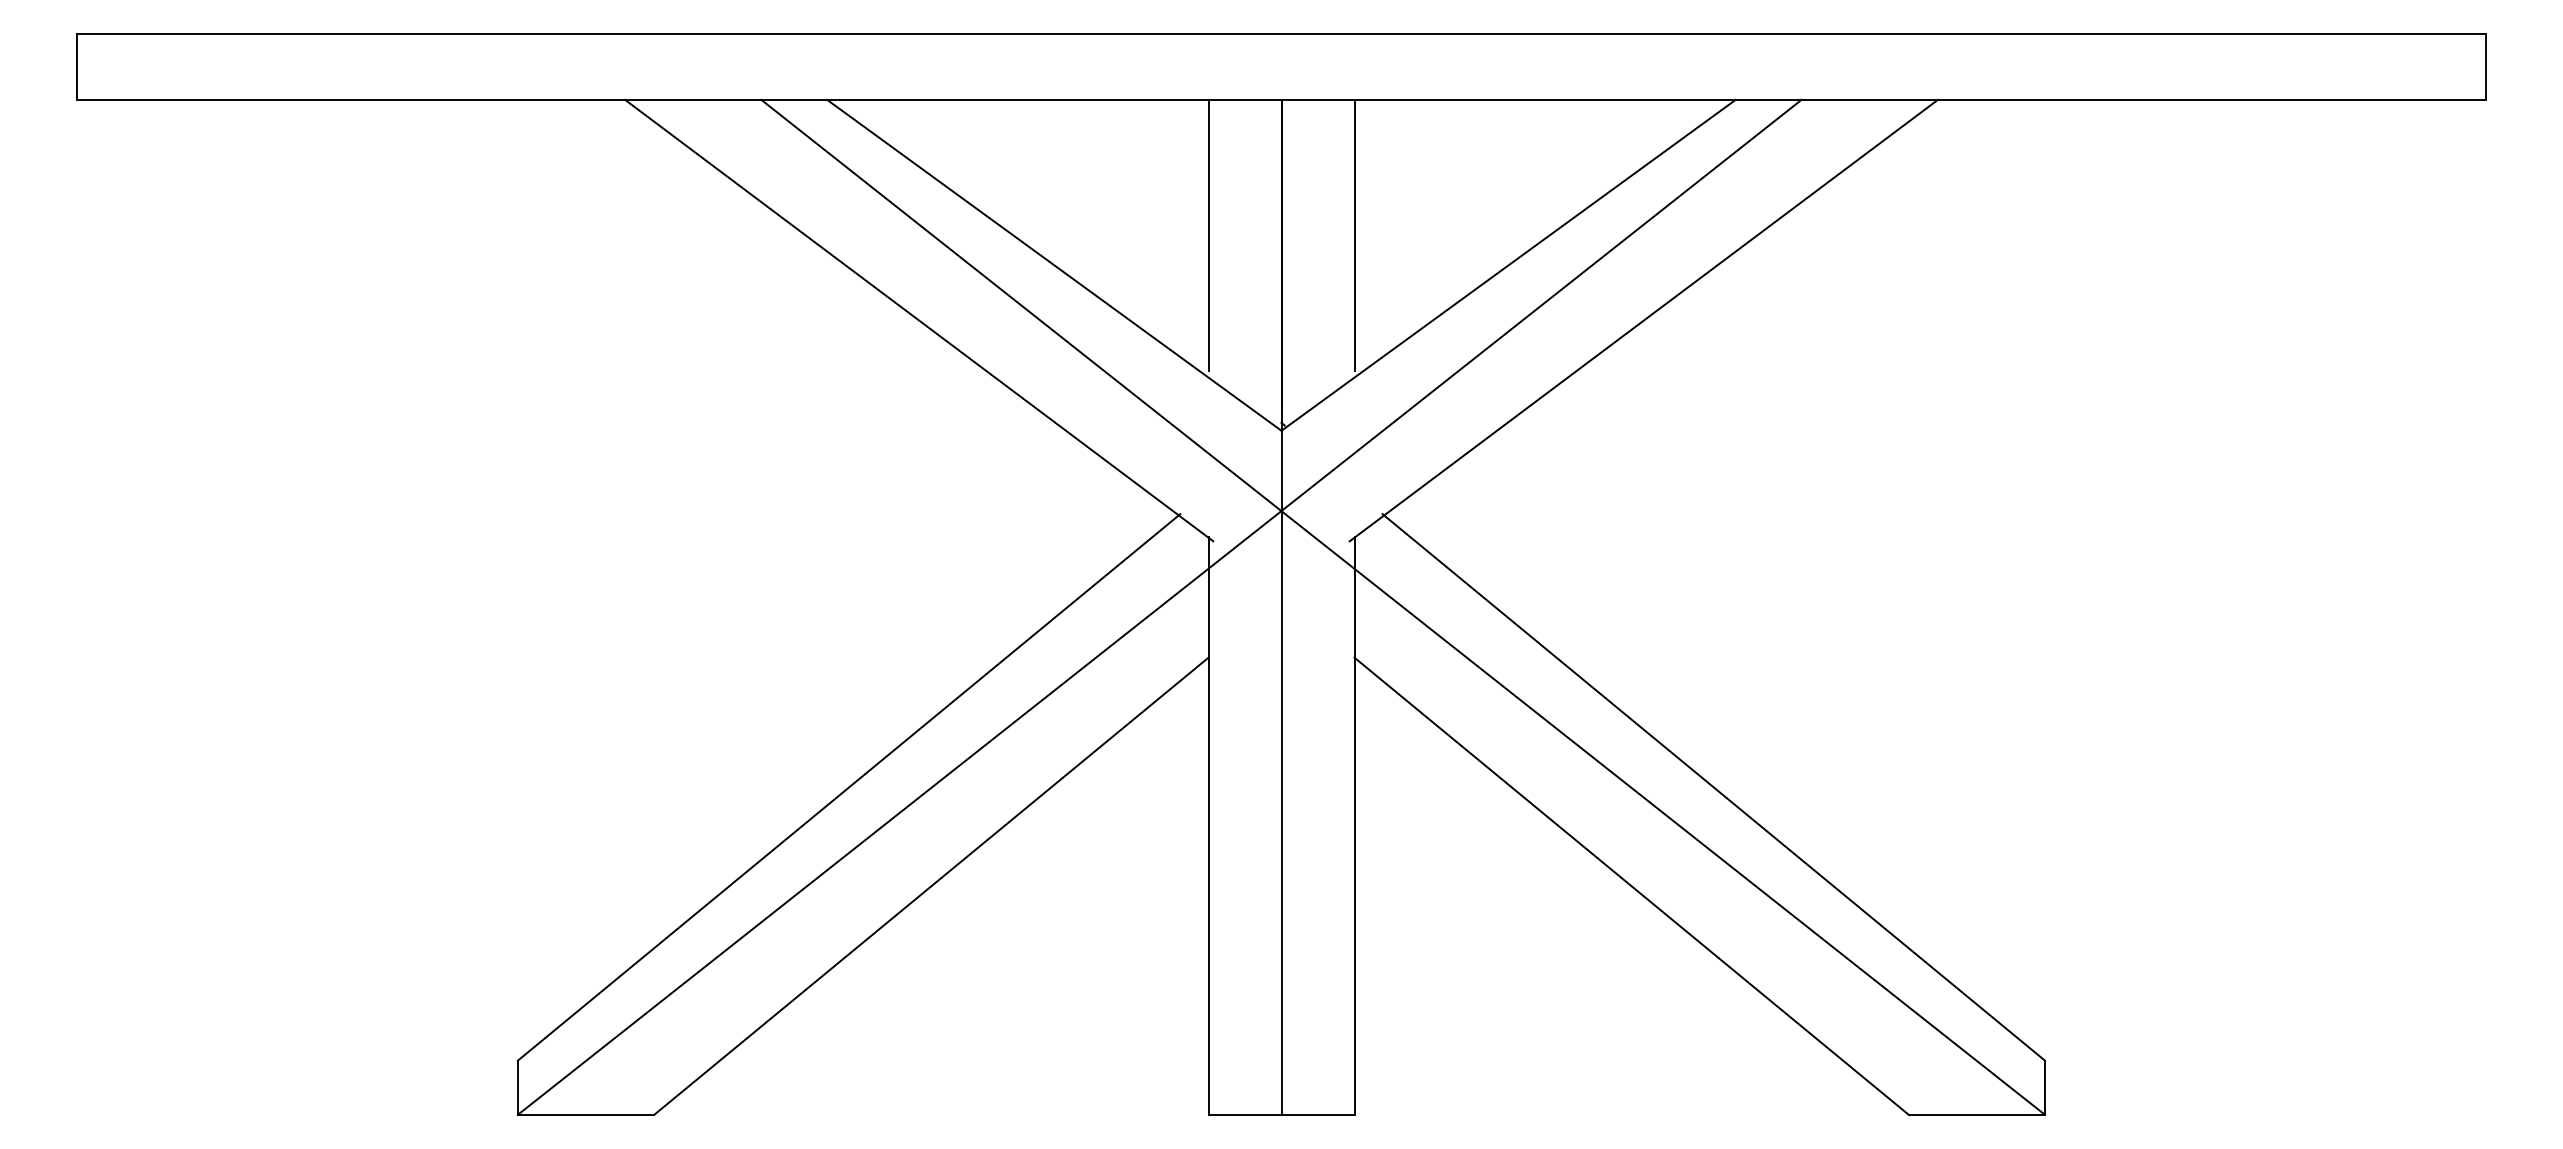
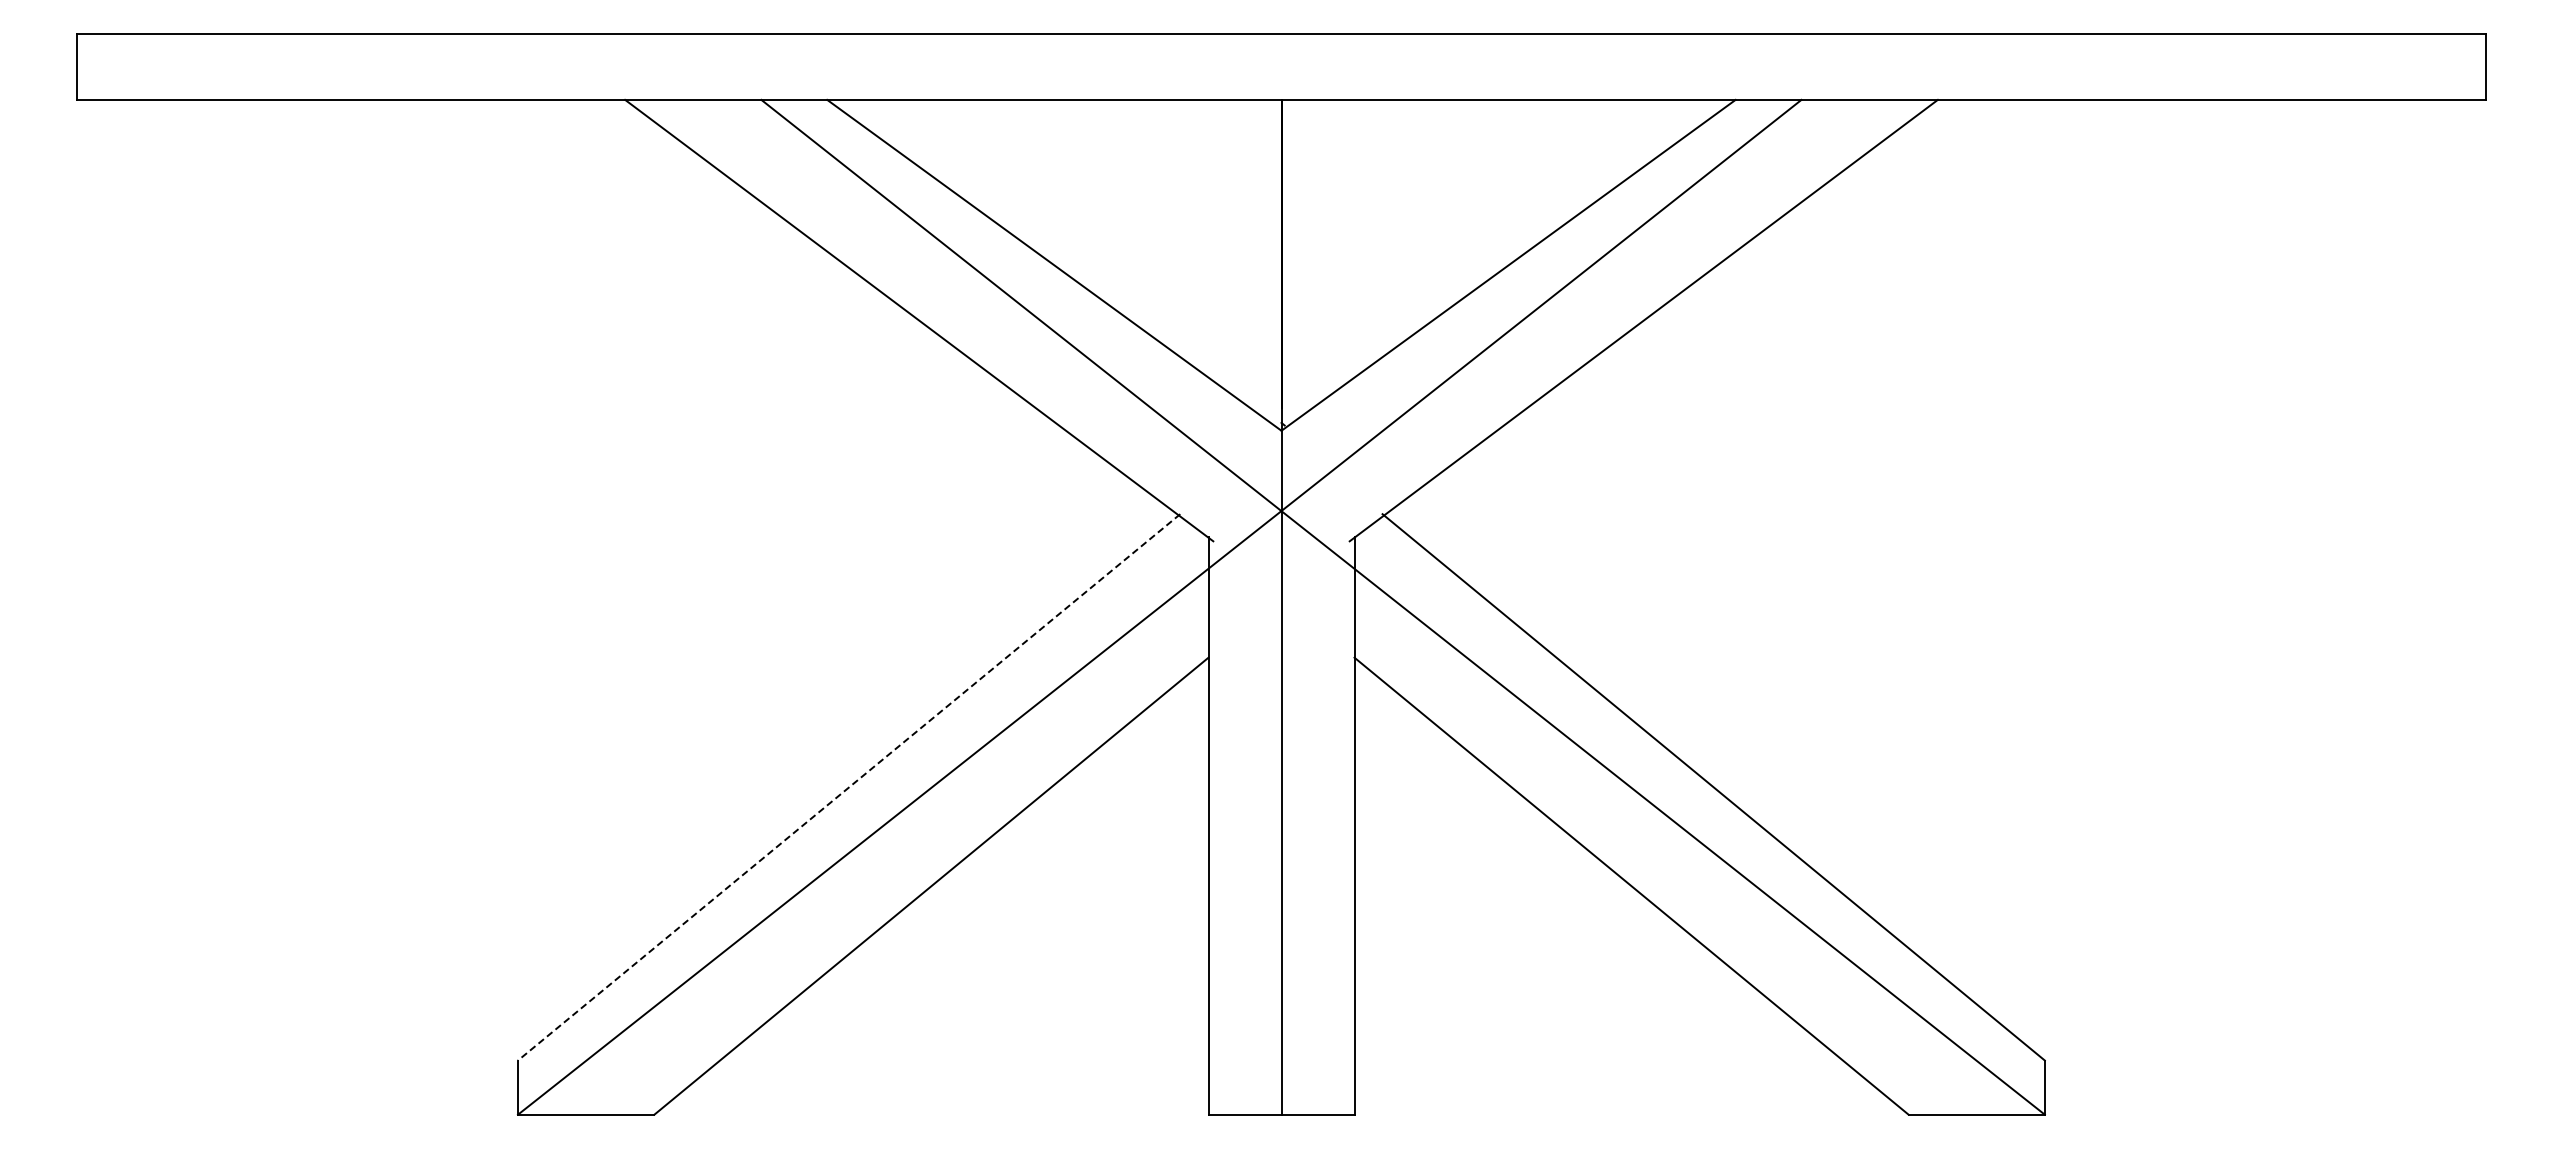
line at (1208, 234): present -> none
line at (1354, 234): present -> none
line at (848, 787): solid -> dashed
